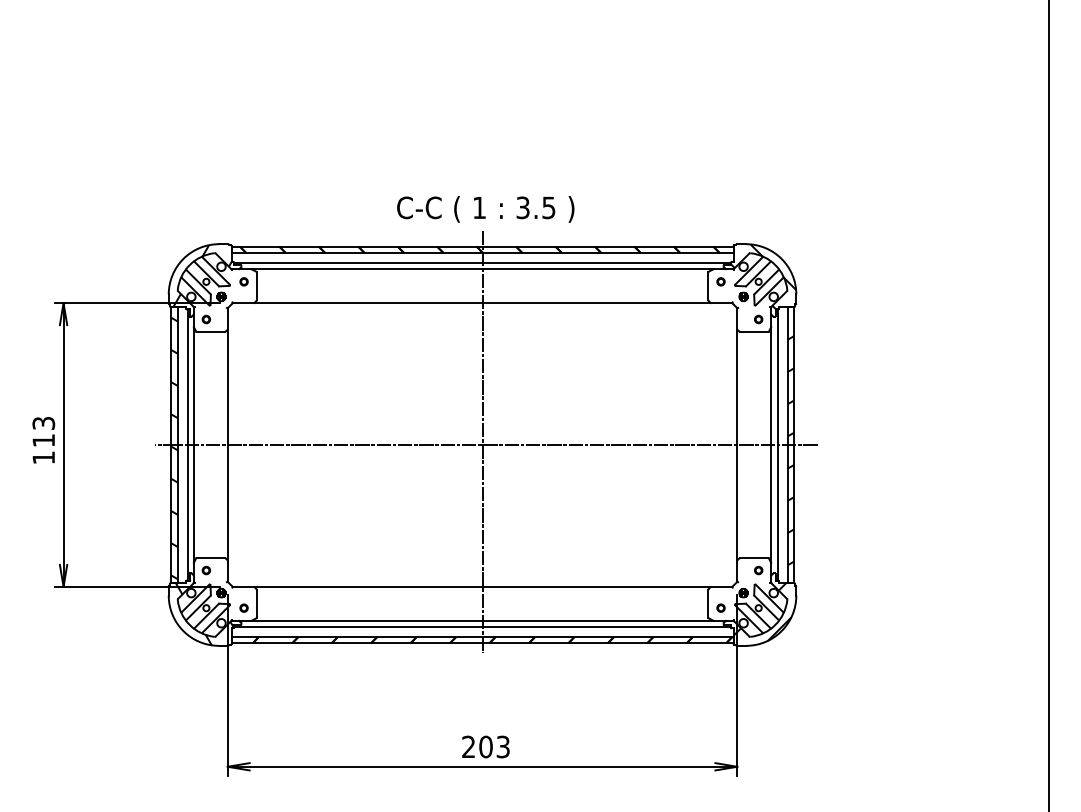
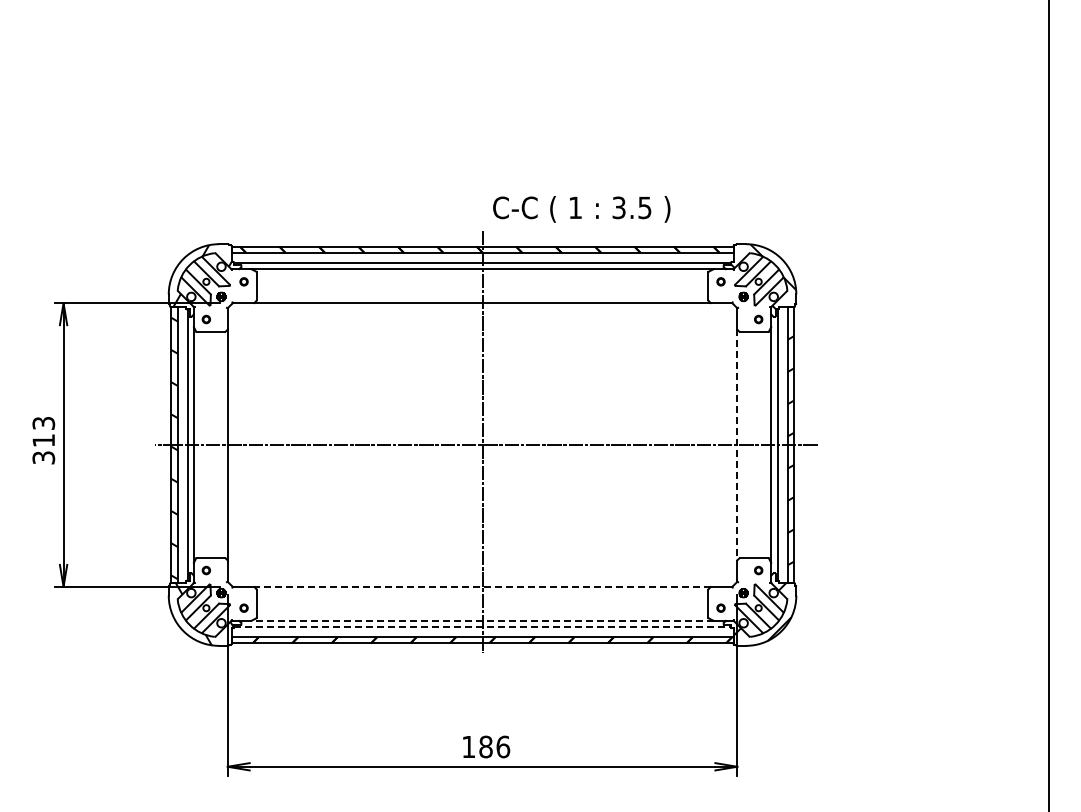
text at (485, 209) position: (485, 209) -> (581, 209)
line at (737, 445): solid -> dashed
text at (43, 457): 113 -> 313
line at (482, 586): solid -> dashed
line at (482, 620): solid -> dashed
line at (482, 627): solid -> dashed
text at (486, 746): 203 -> 186
